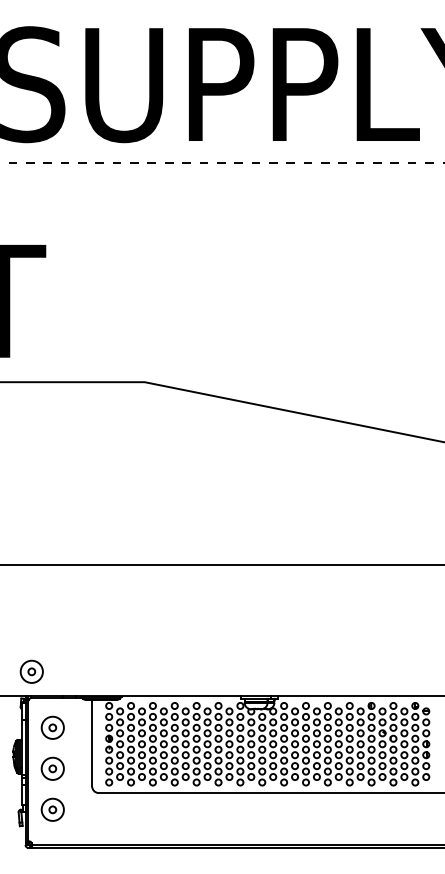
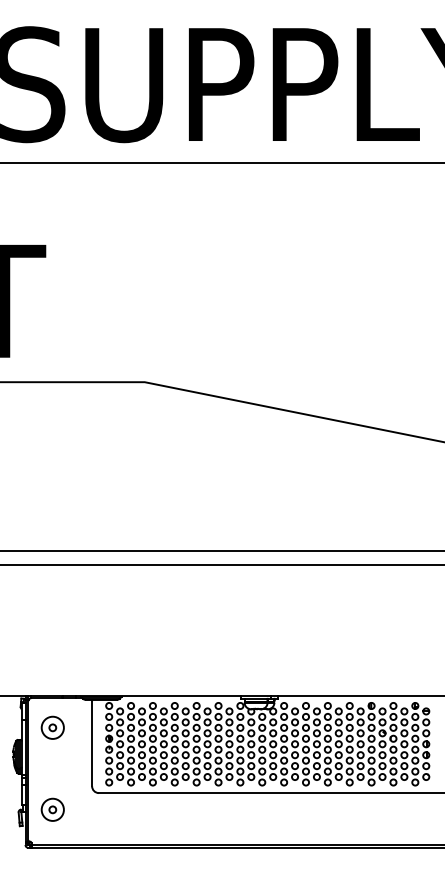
line at (222, 162): dashed -> solid
line at (221, 550): none -> present
part at (31, 671): present -> none
part at (52, 768): present -> none
